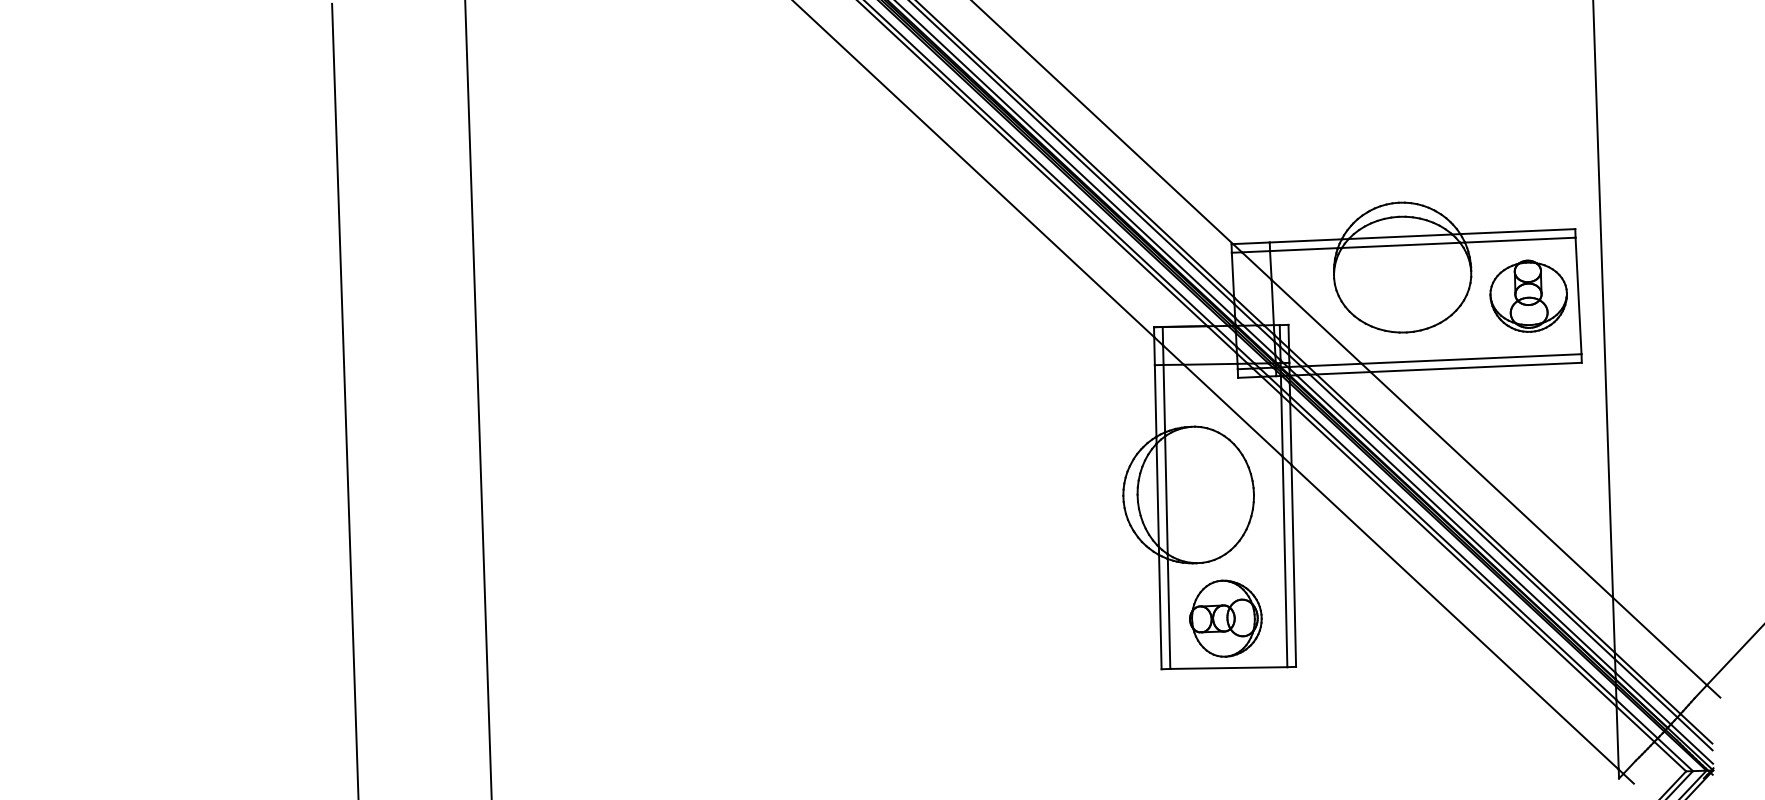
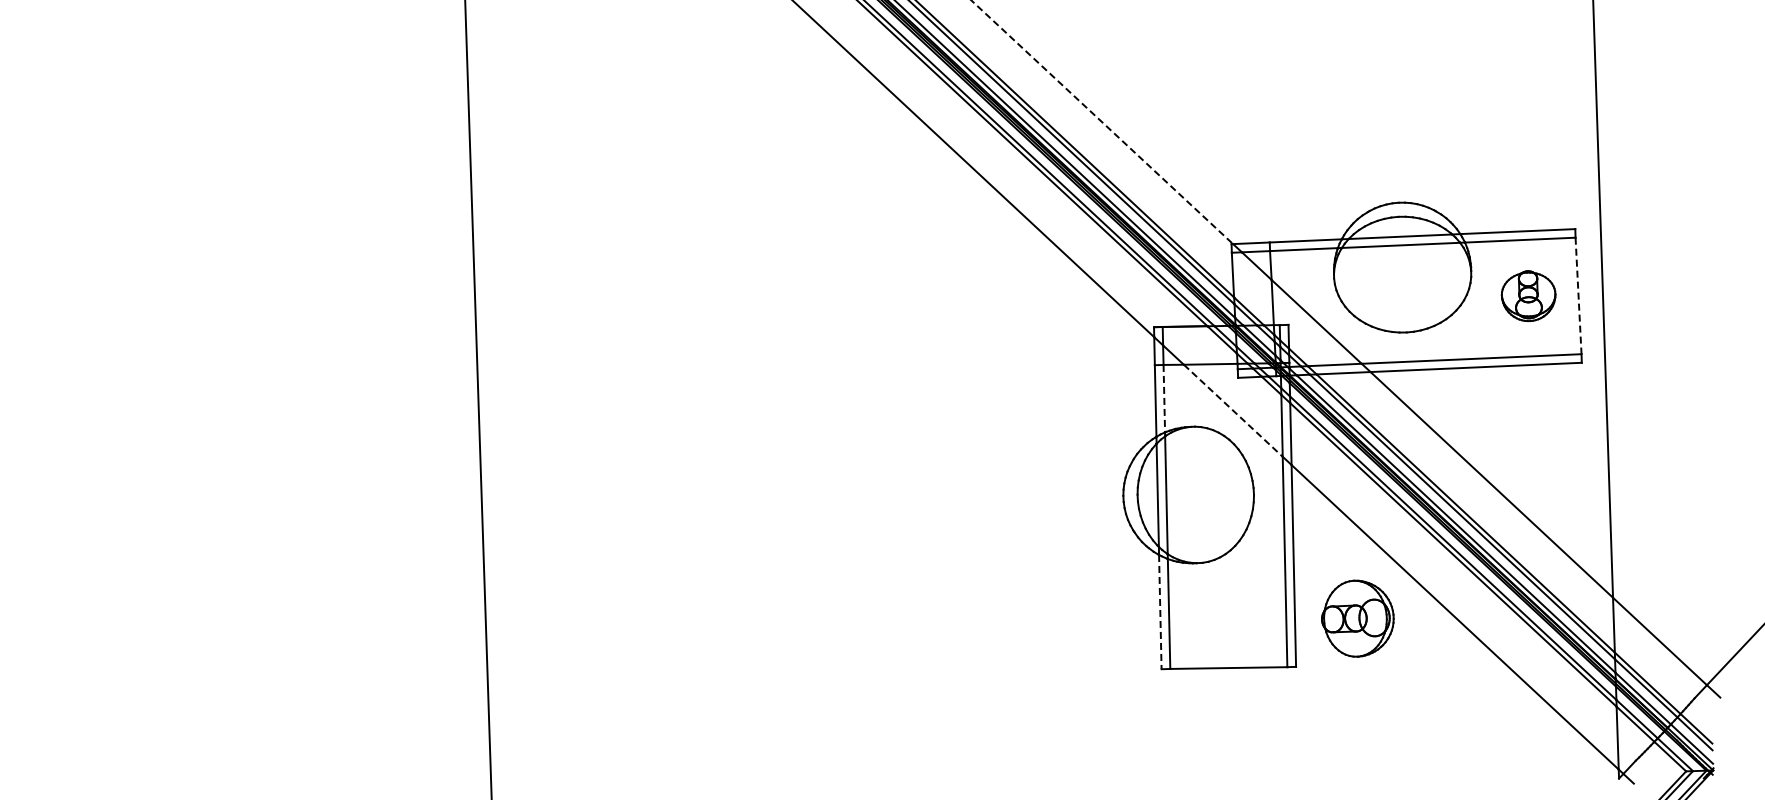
line at (1102, 122): solid -> dashed
part at (1528, 295) size: 79x74 px -> 57x53 px
line at (1578, 296): solid -> dashed
line at (1164, 398): solid -> dashed
line at (345, 399): present -> none
line at (1233, 410): solid -> dashed
line at (1160, 612): solid -> dashed
part at (1225, 618) position: (1225, 618) -> (1357, 618)
